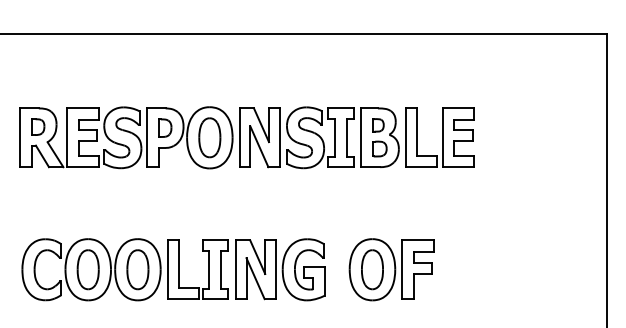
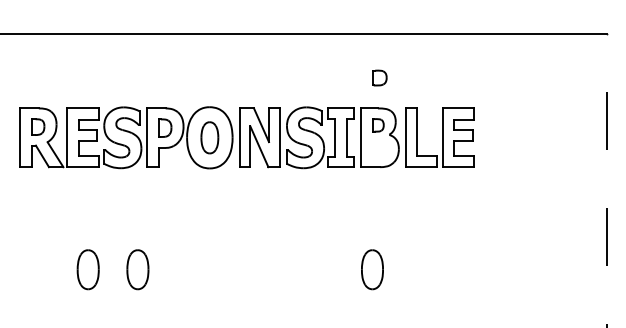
part at (209, 137) size: 24x42 px -> 20x34 px
part at (379, 148) position: (379, 148) -> (379, 77)
line at (607, 180): solid -> dashed
part at (173, 269): present -> none
part at (391, 269): present -> none
